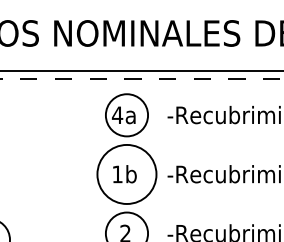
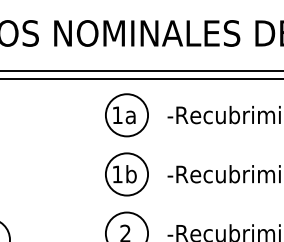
line at (141, 79): dashed -> solid
text at (117, 114): 4a -> 1a
circle at (126, 173) diameter: 59 px -> 42 px
